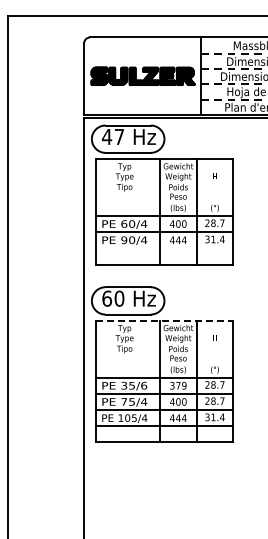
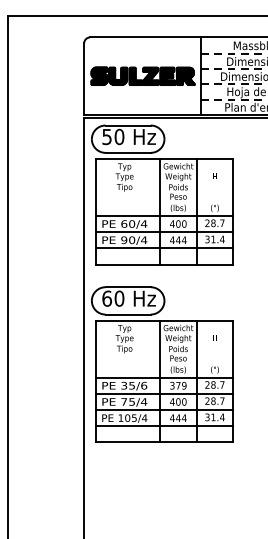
text at (112, 136): 47 -> 50
line at (164, 248): none -> present
line at (164, 320): dashed -> solid
